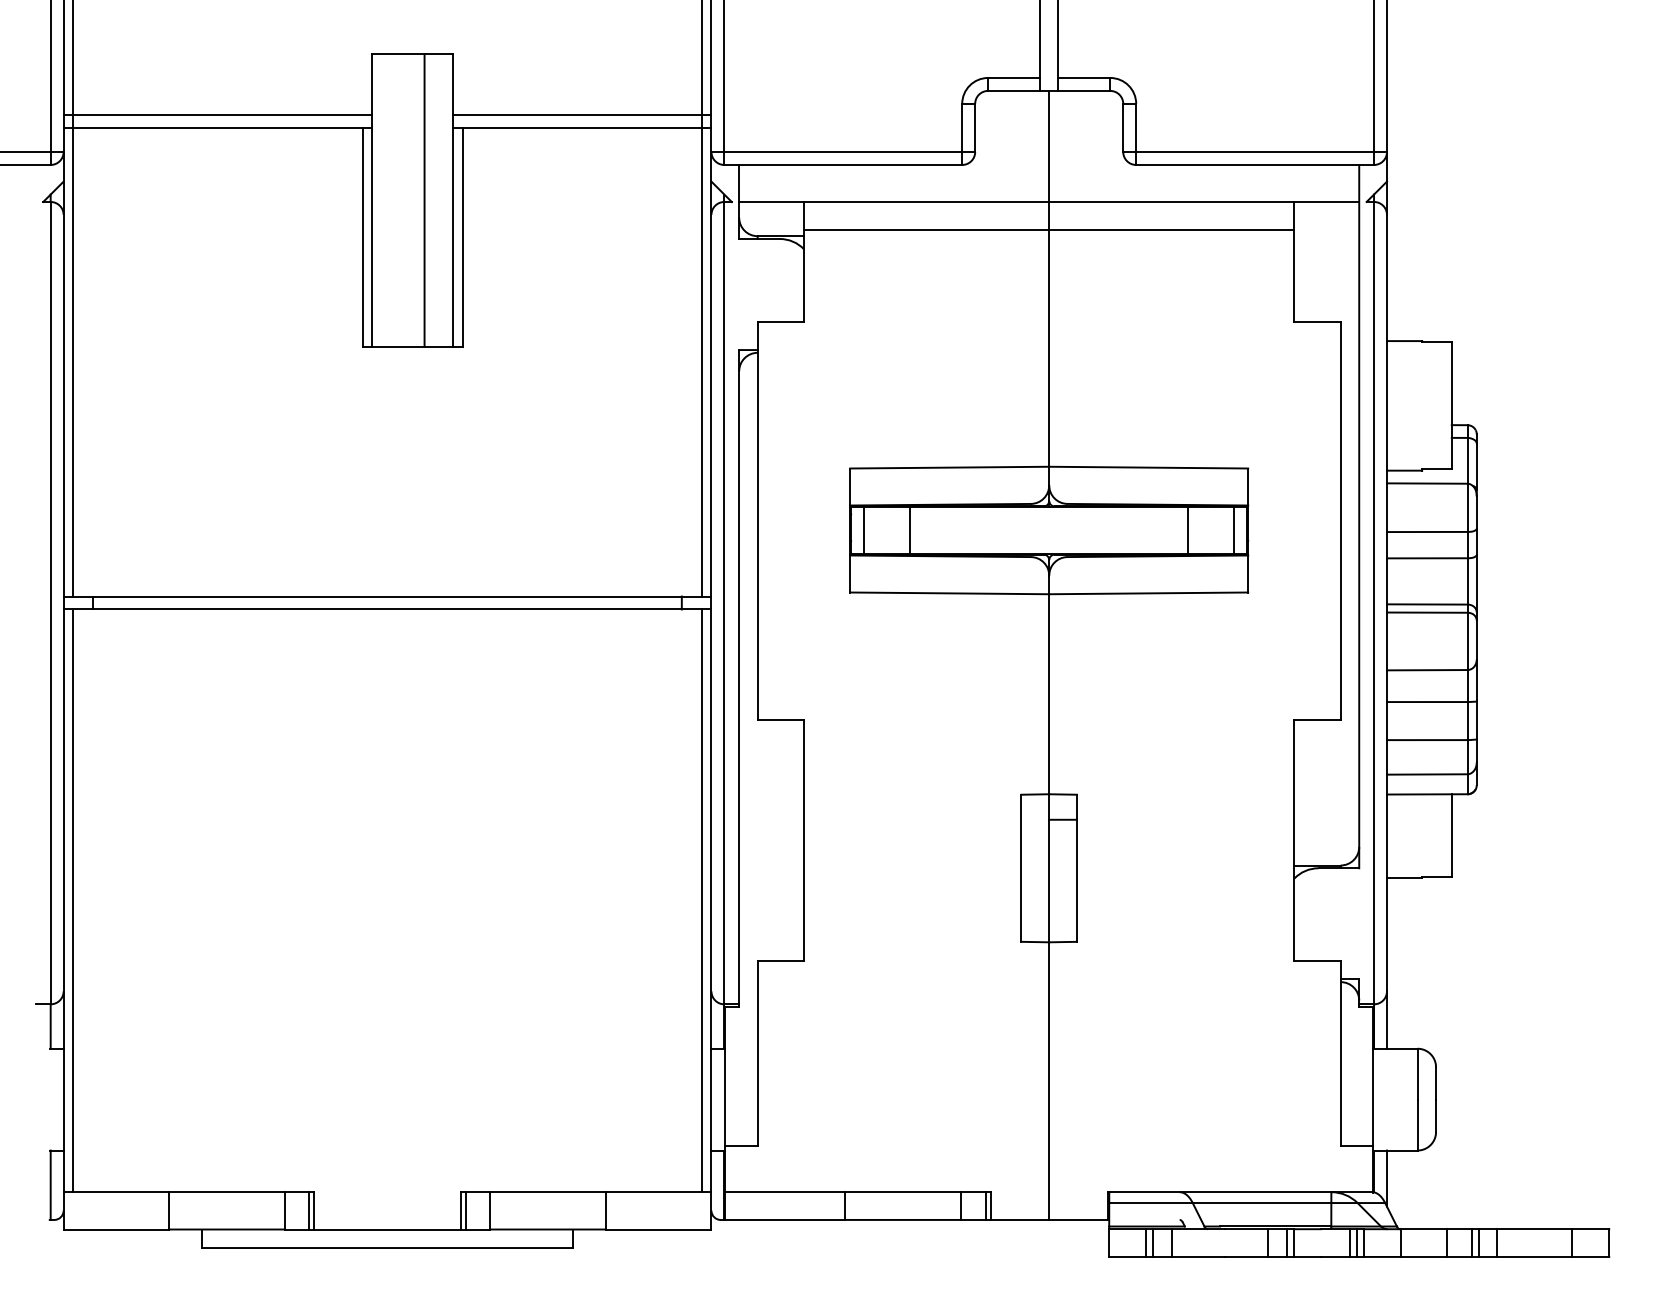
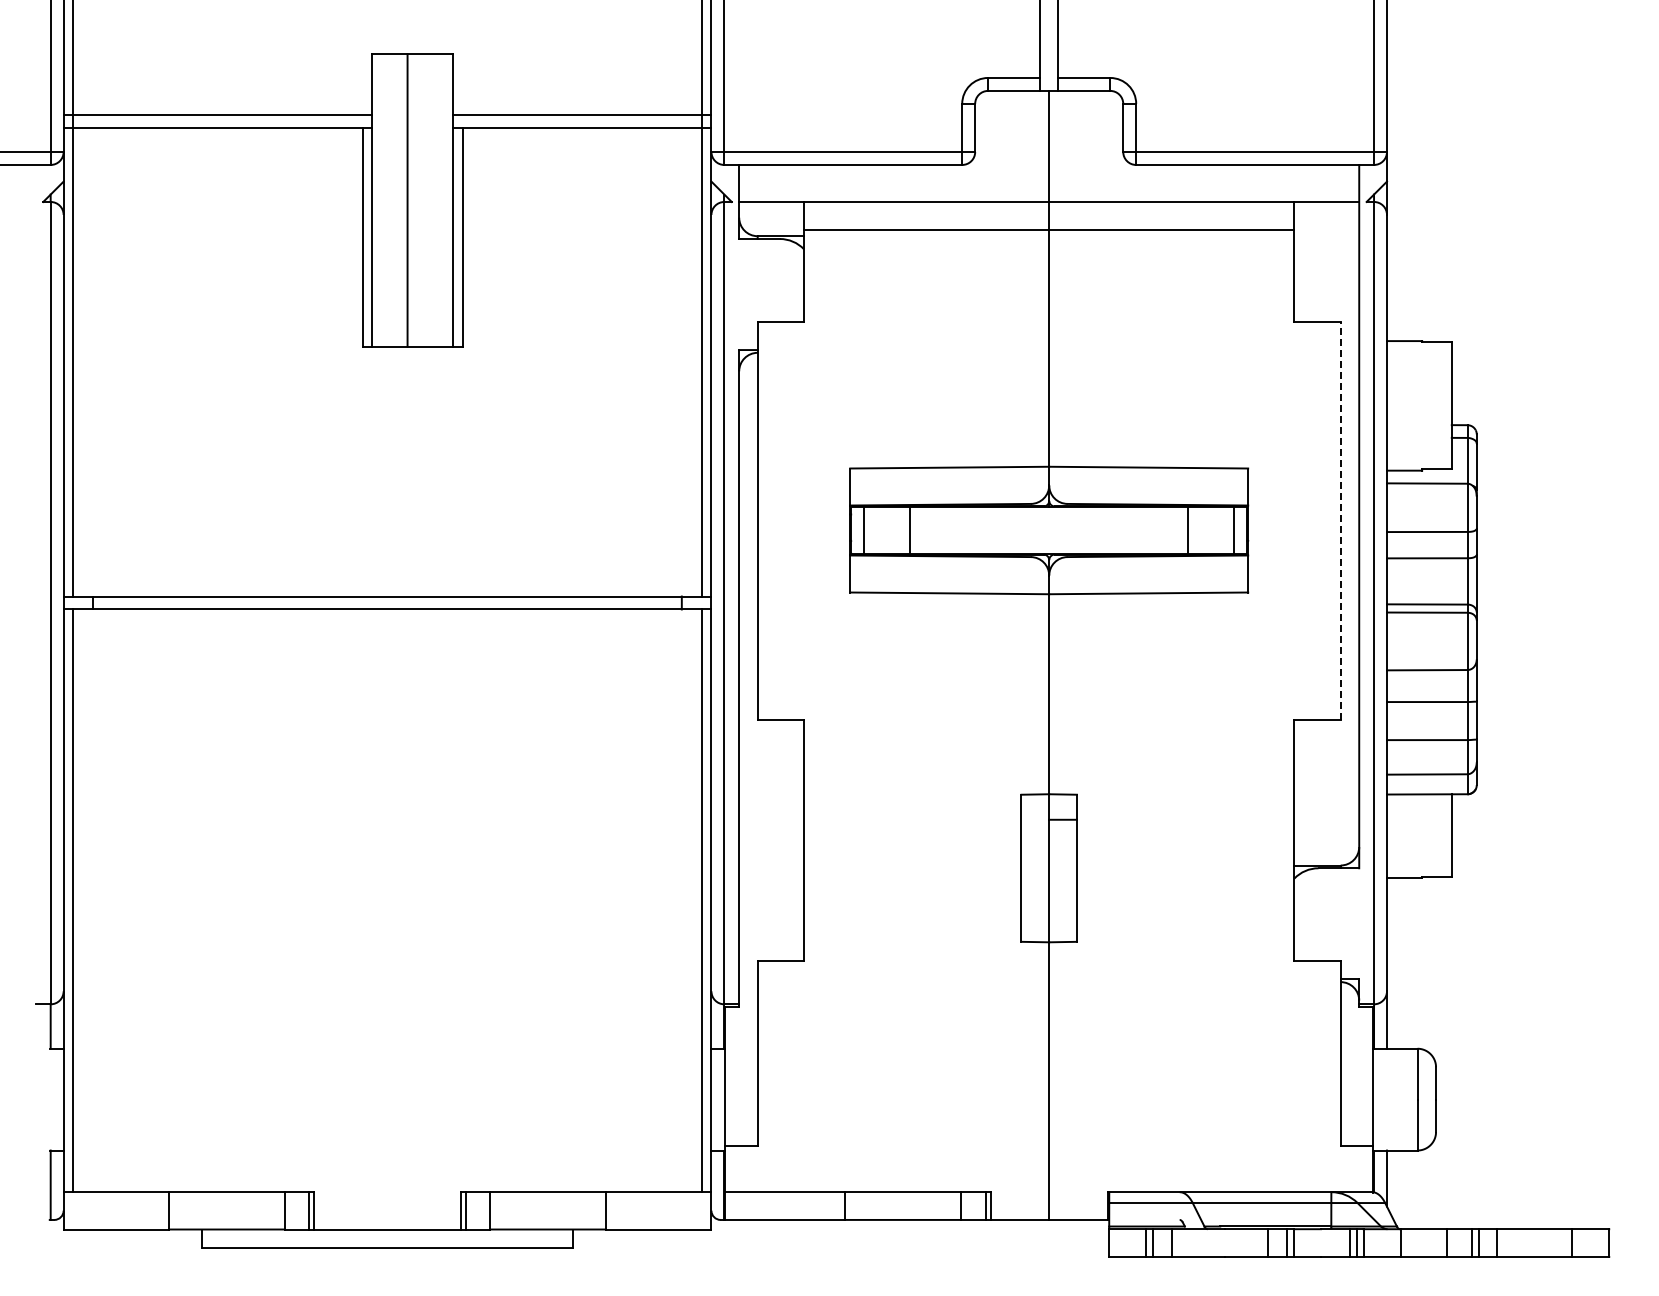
line at (424, 200) position: (424, 200) -> (407, 200)
line at (1340, 521): solid -> dashed
